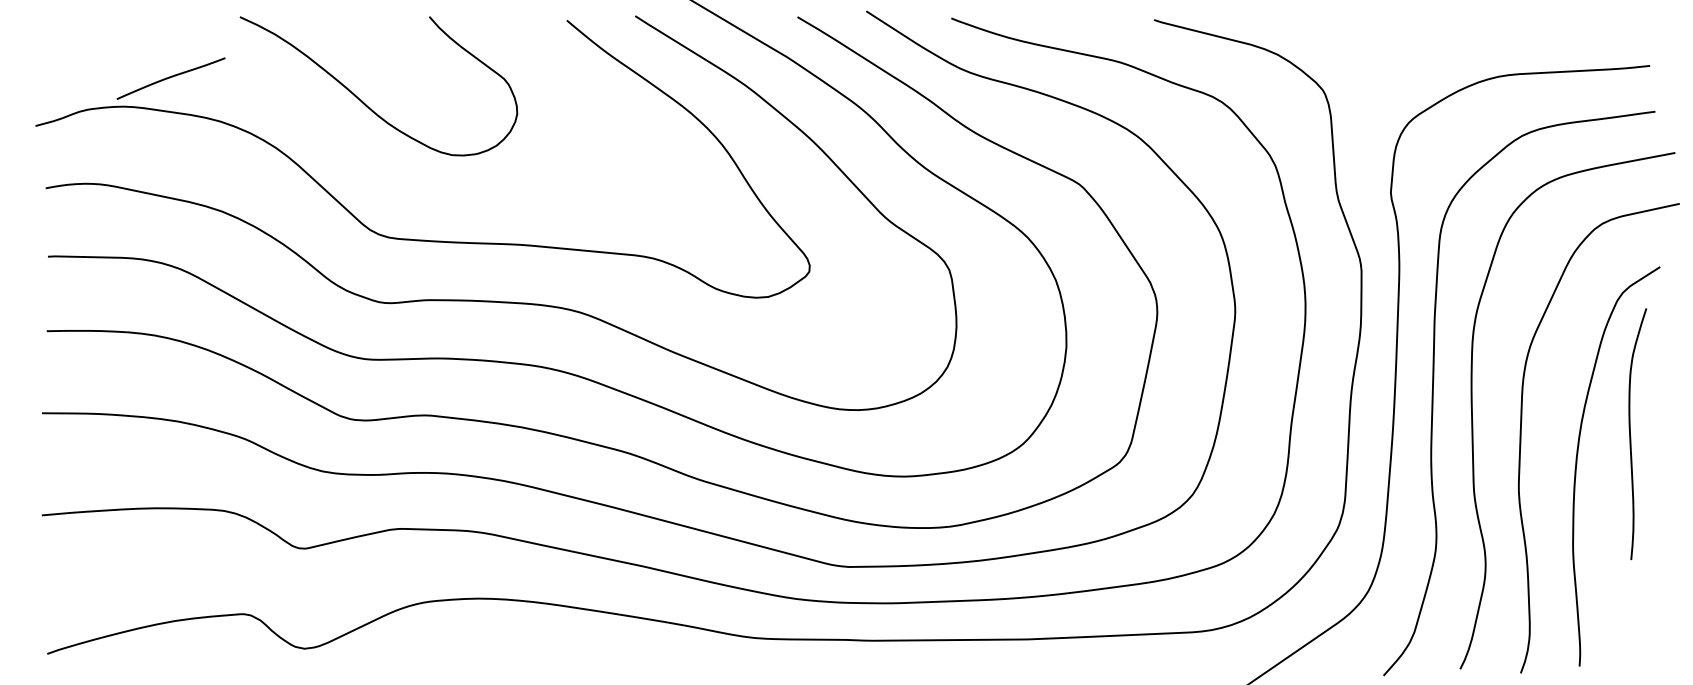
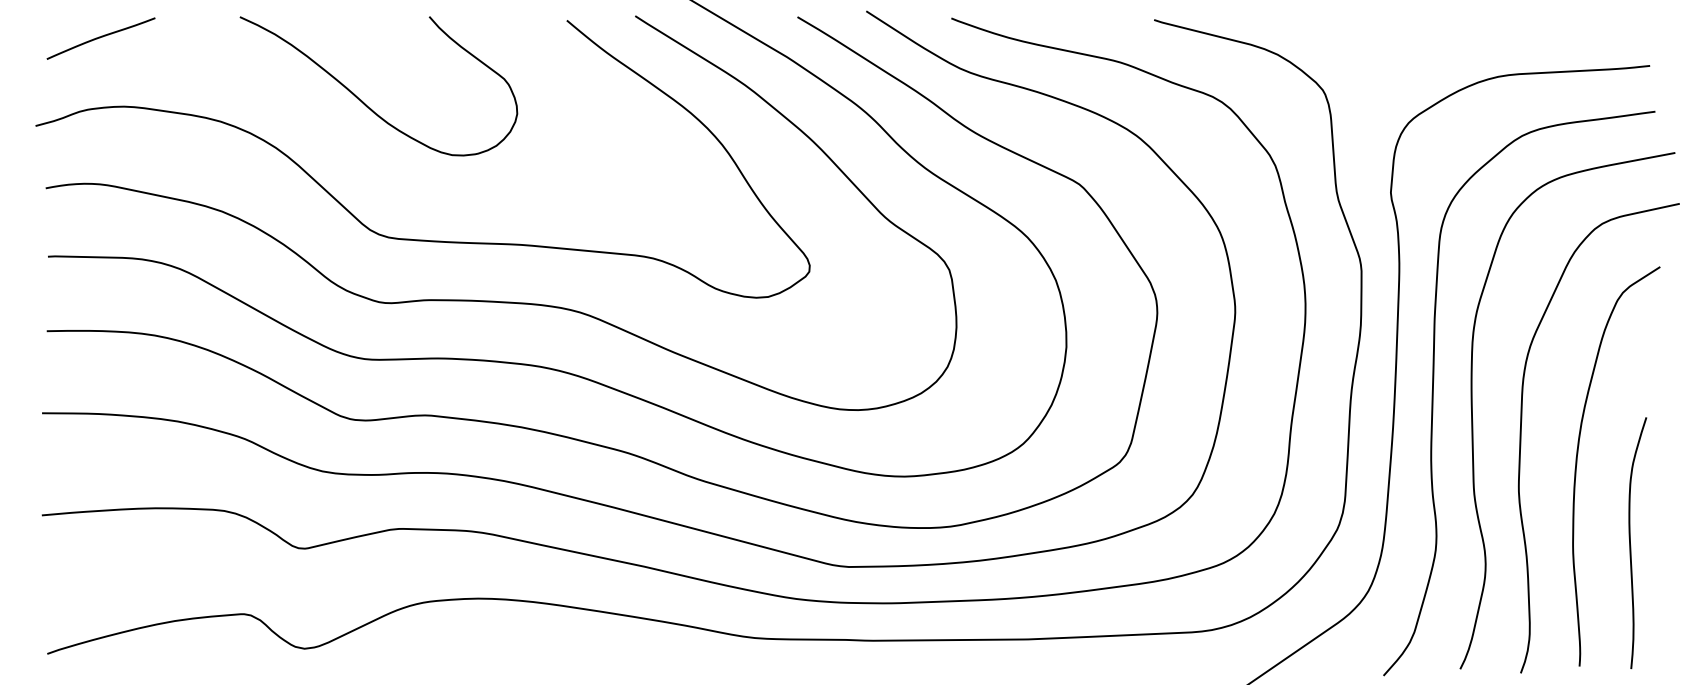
curve at (170, 78) position: (170, 78) -> (100, 38)
curve at (1631, 436) position: (1631, 436) -> (1631, 545)
